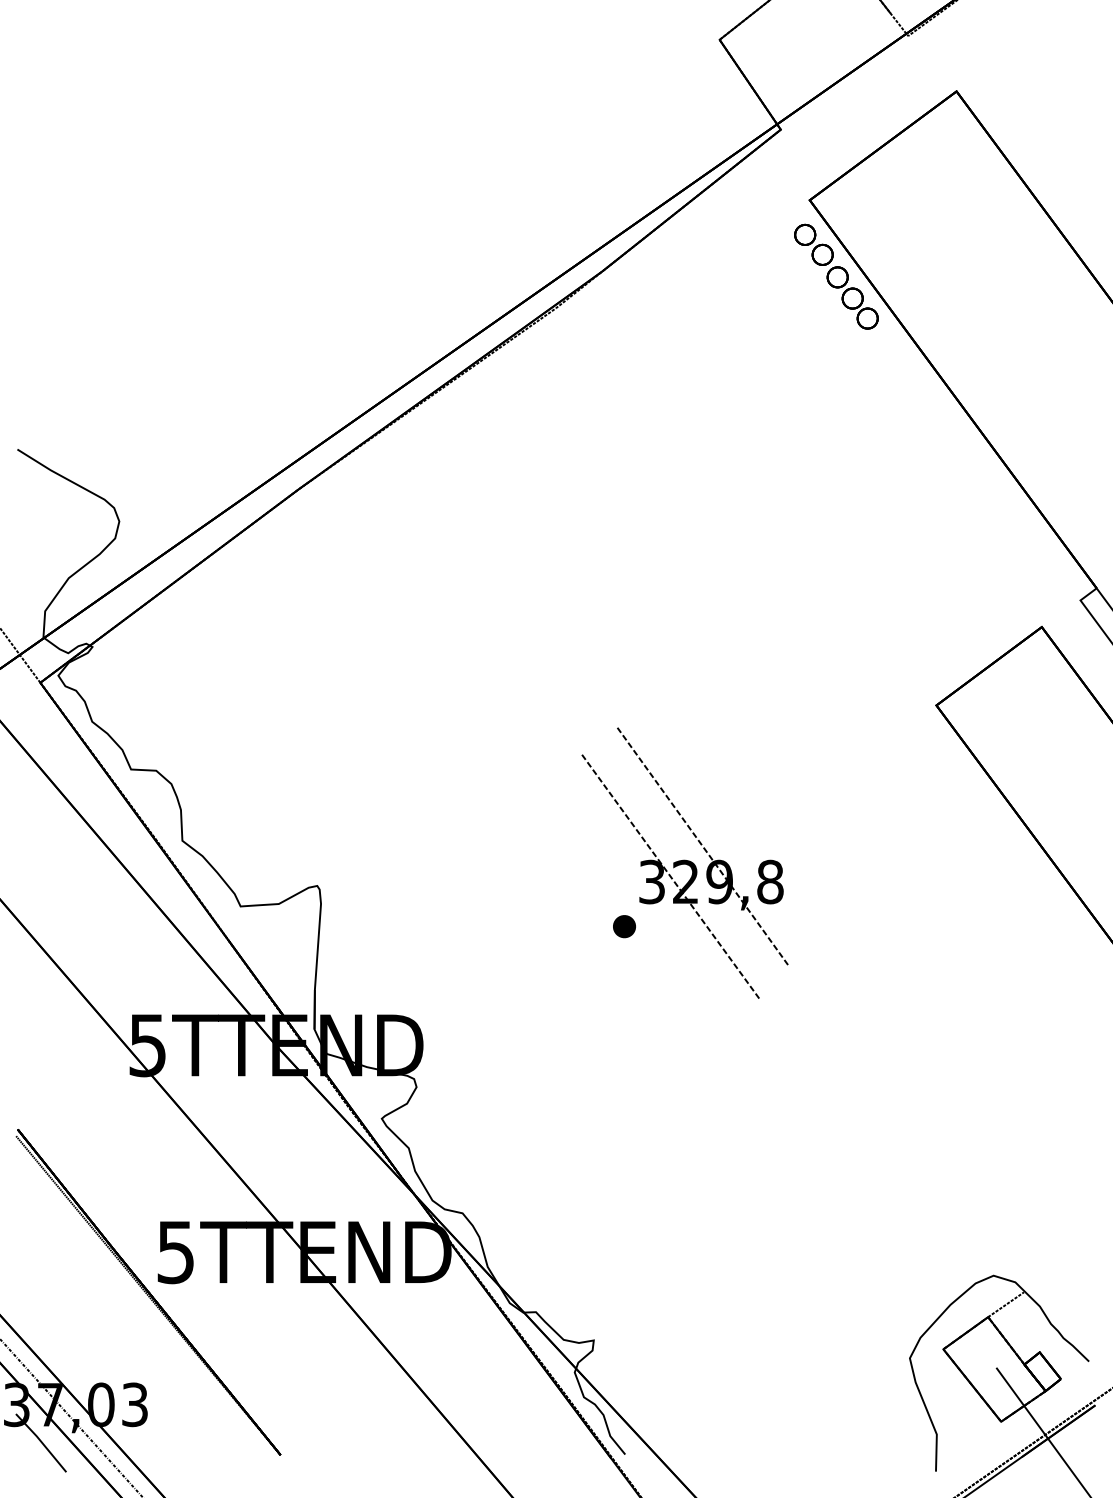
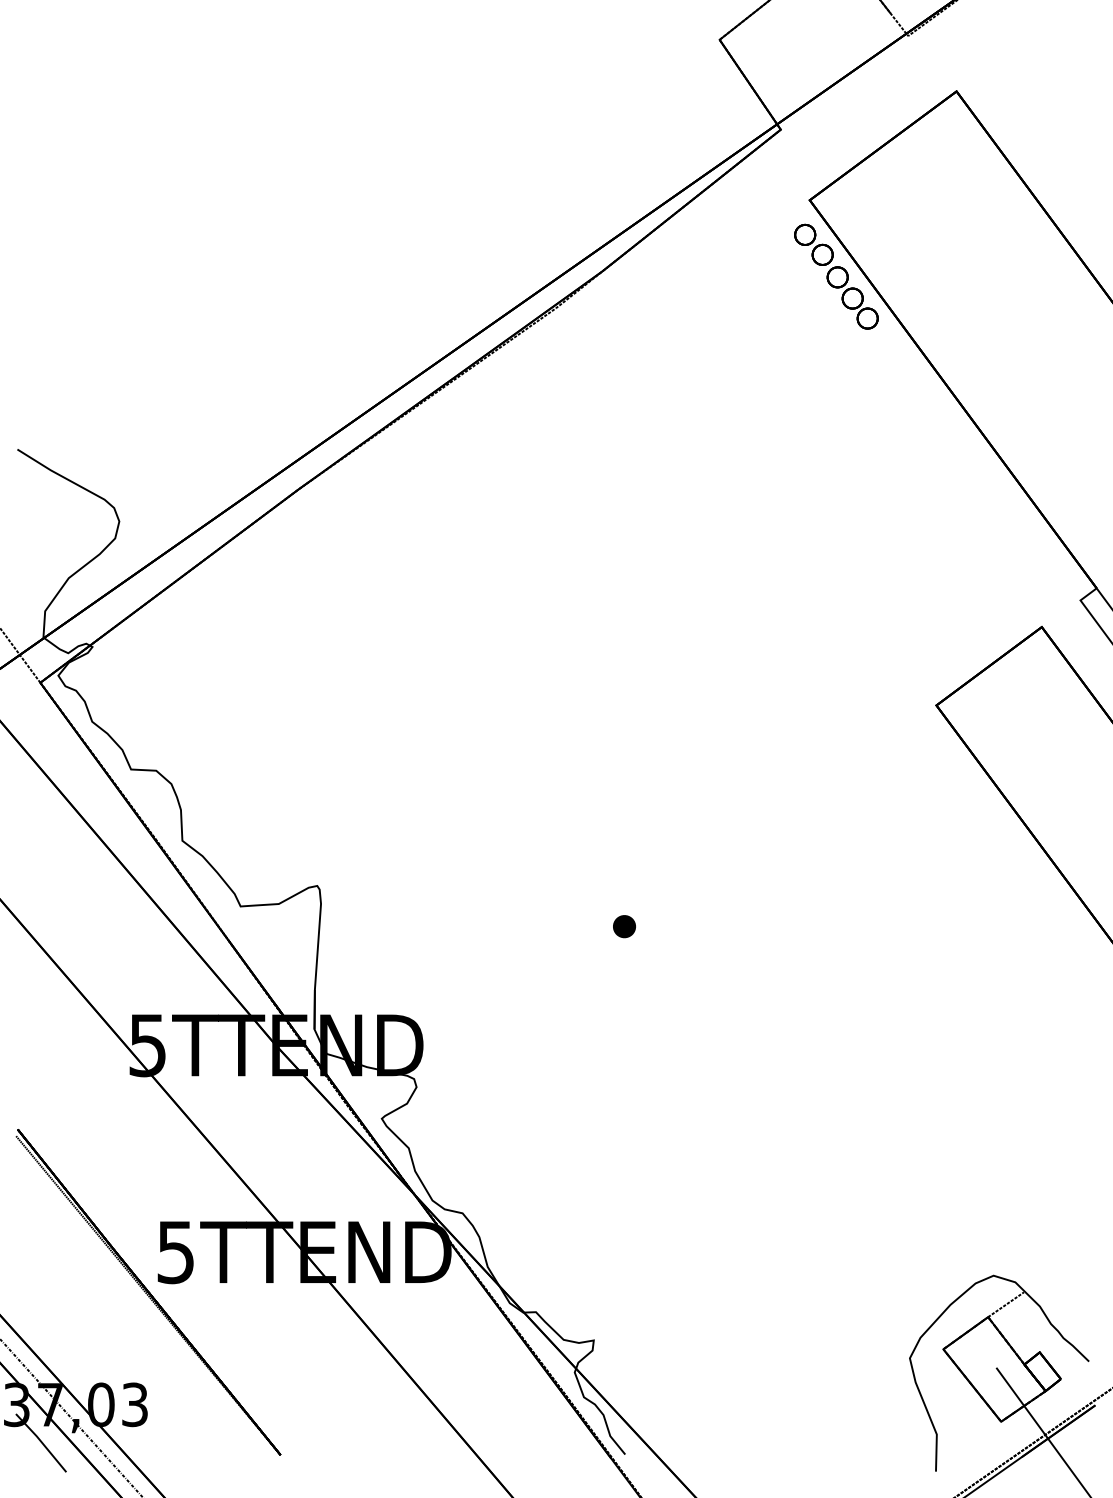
part at (684, 862): present -> none
